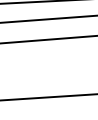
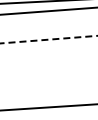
line at (48, 18) position: (48, 18) -> (48, 10)
line at (48, 39): solid -> dashed
line at (48, 97) position: (48, 97) -> (48, 107)
